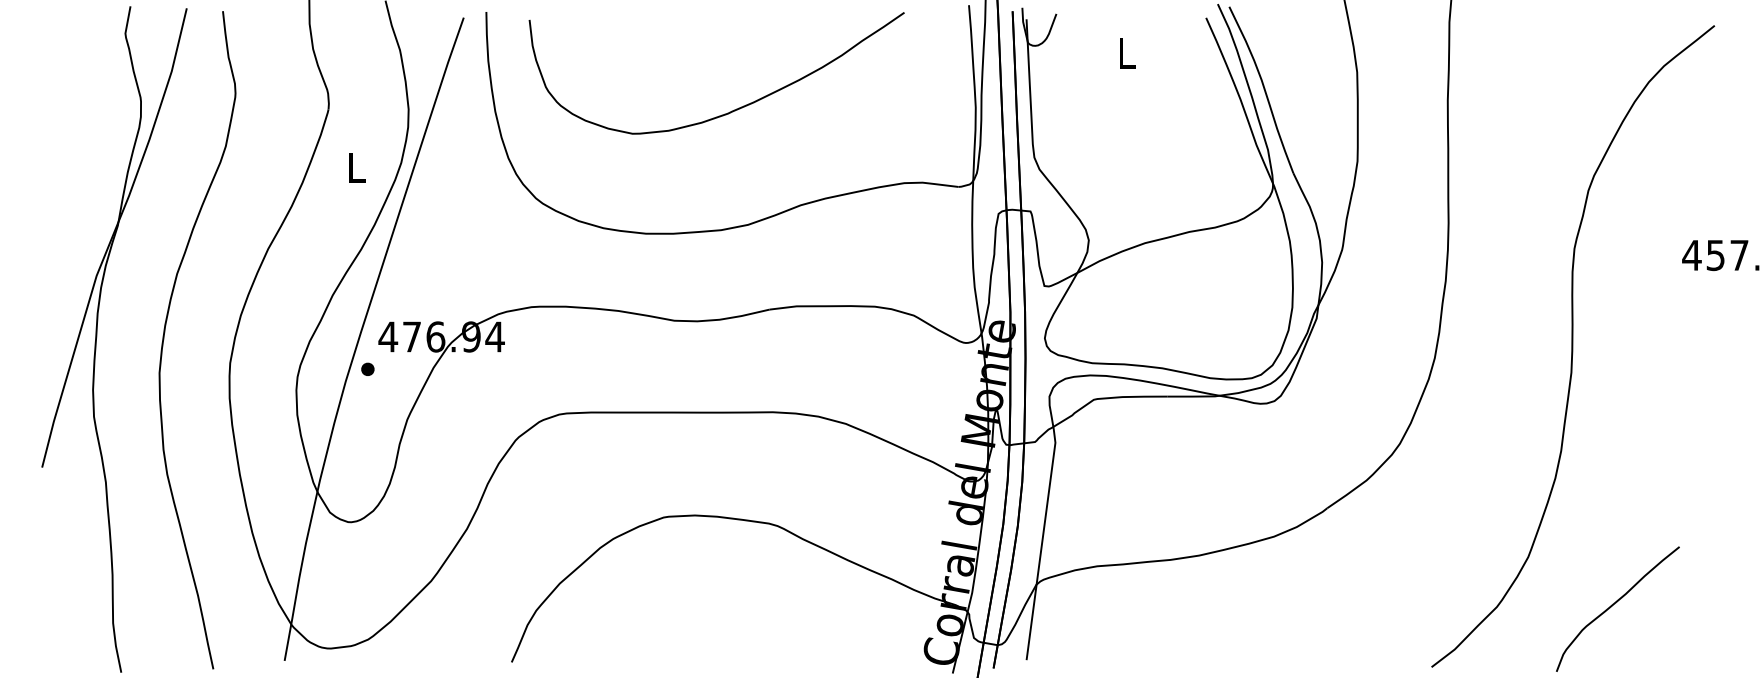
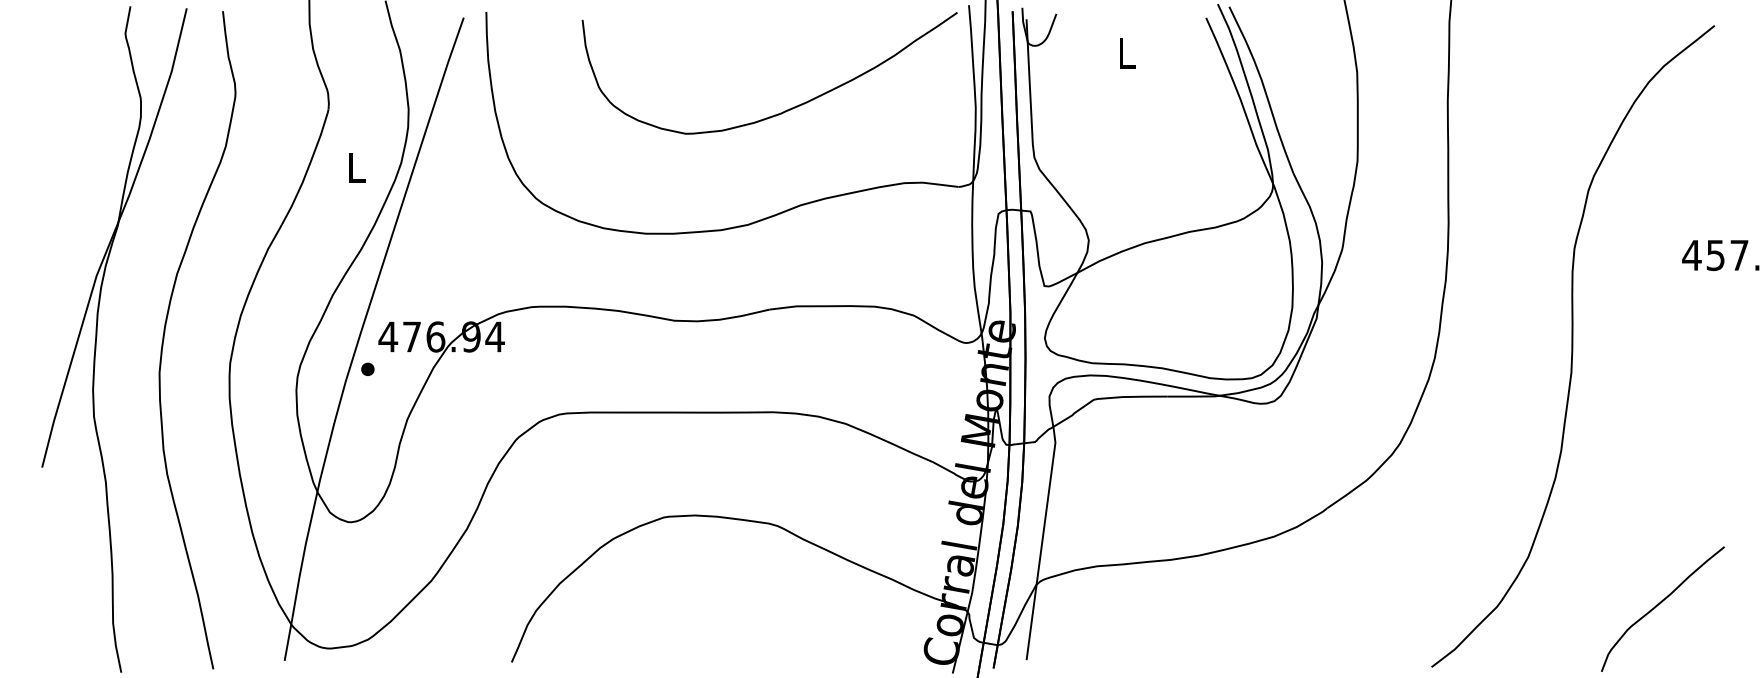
curve at (731, 110) position: (731, 110) -> (784, 110)
curve at (1614, 604) position: (1614, 604) -> (1659, 604)
